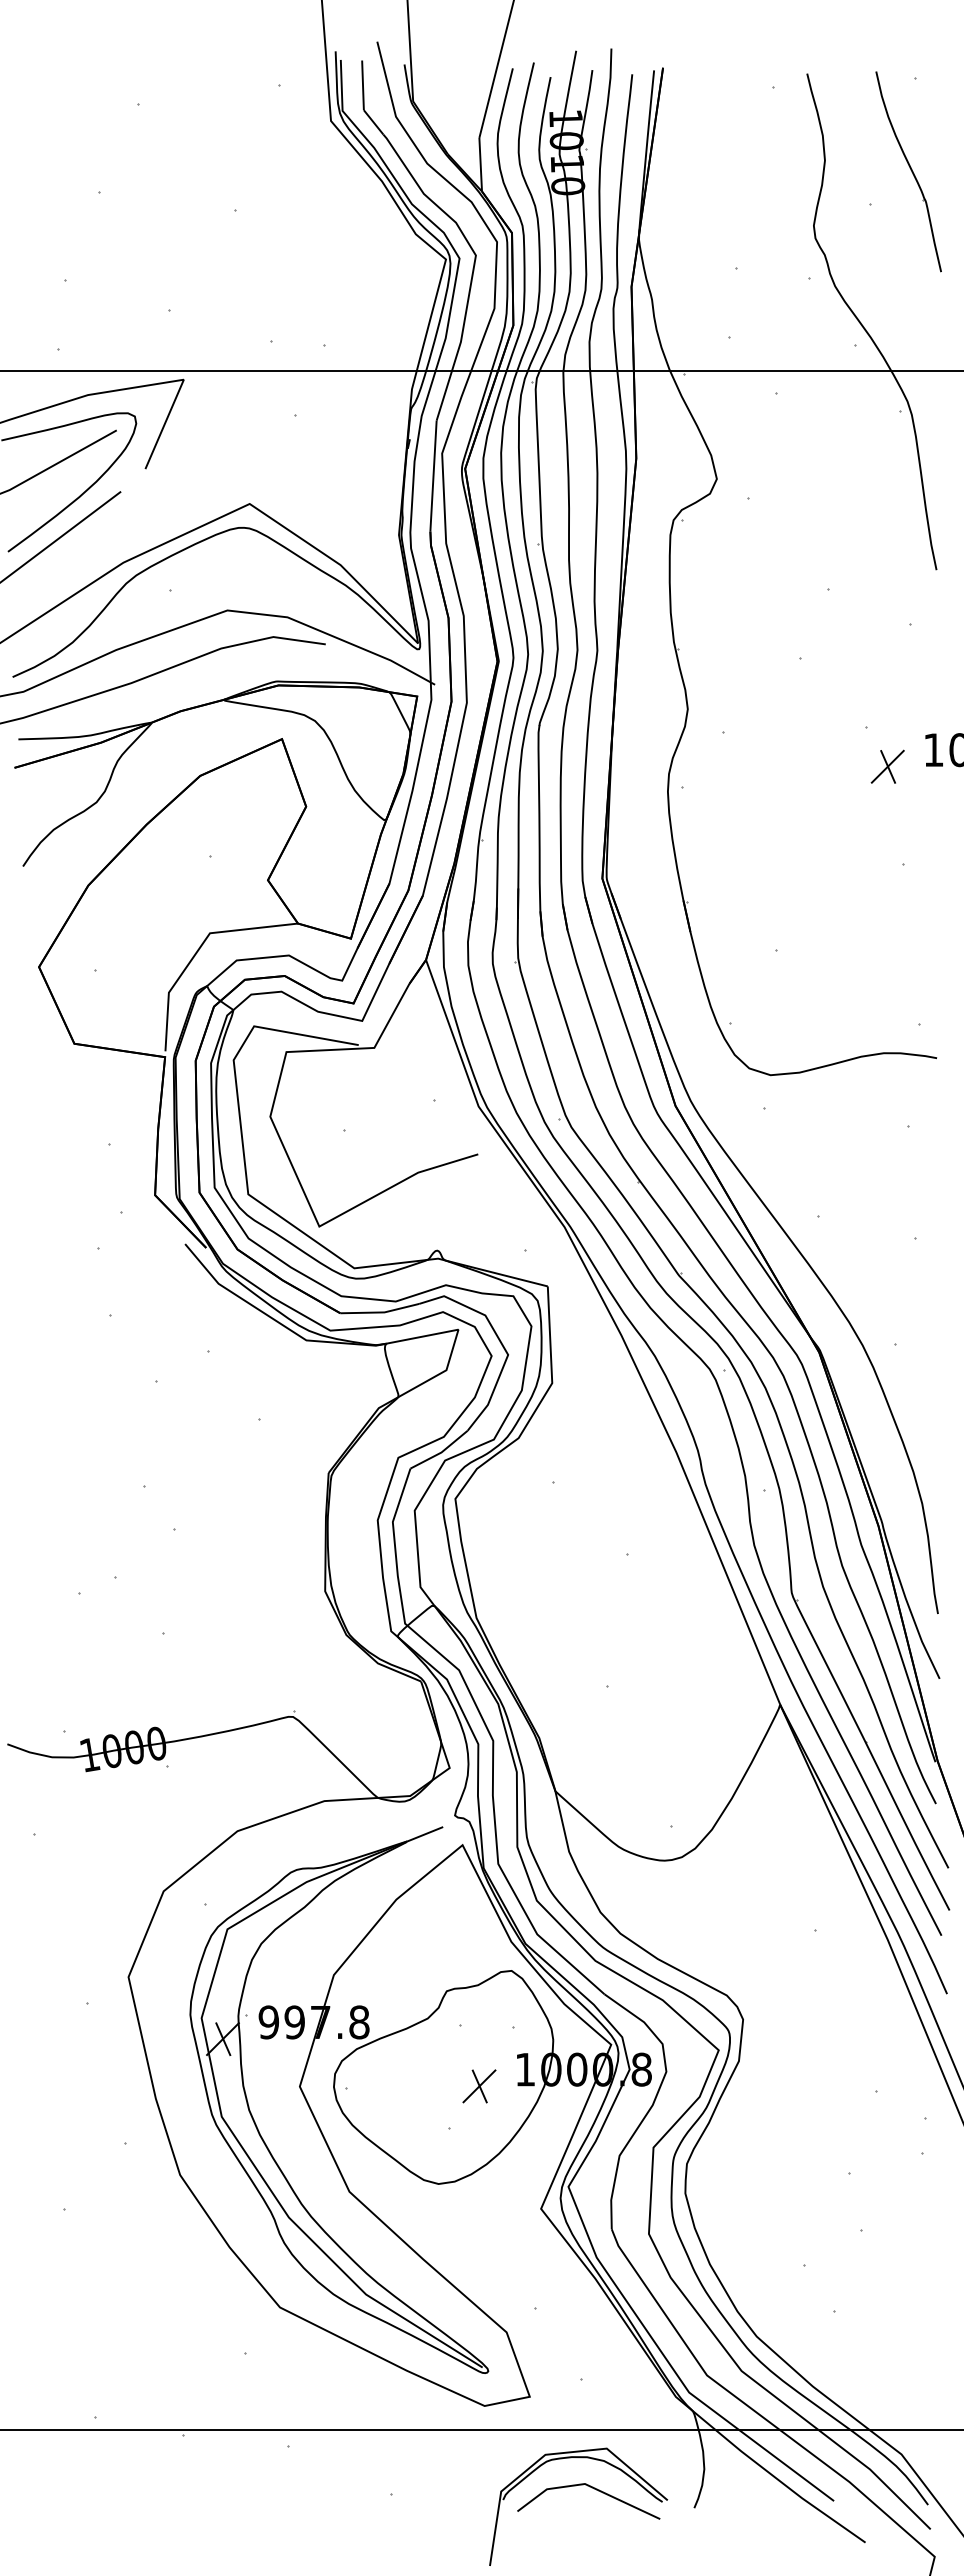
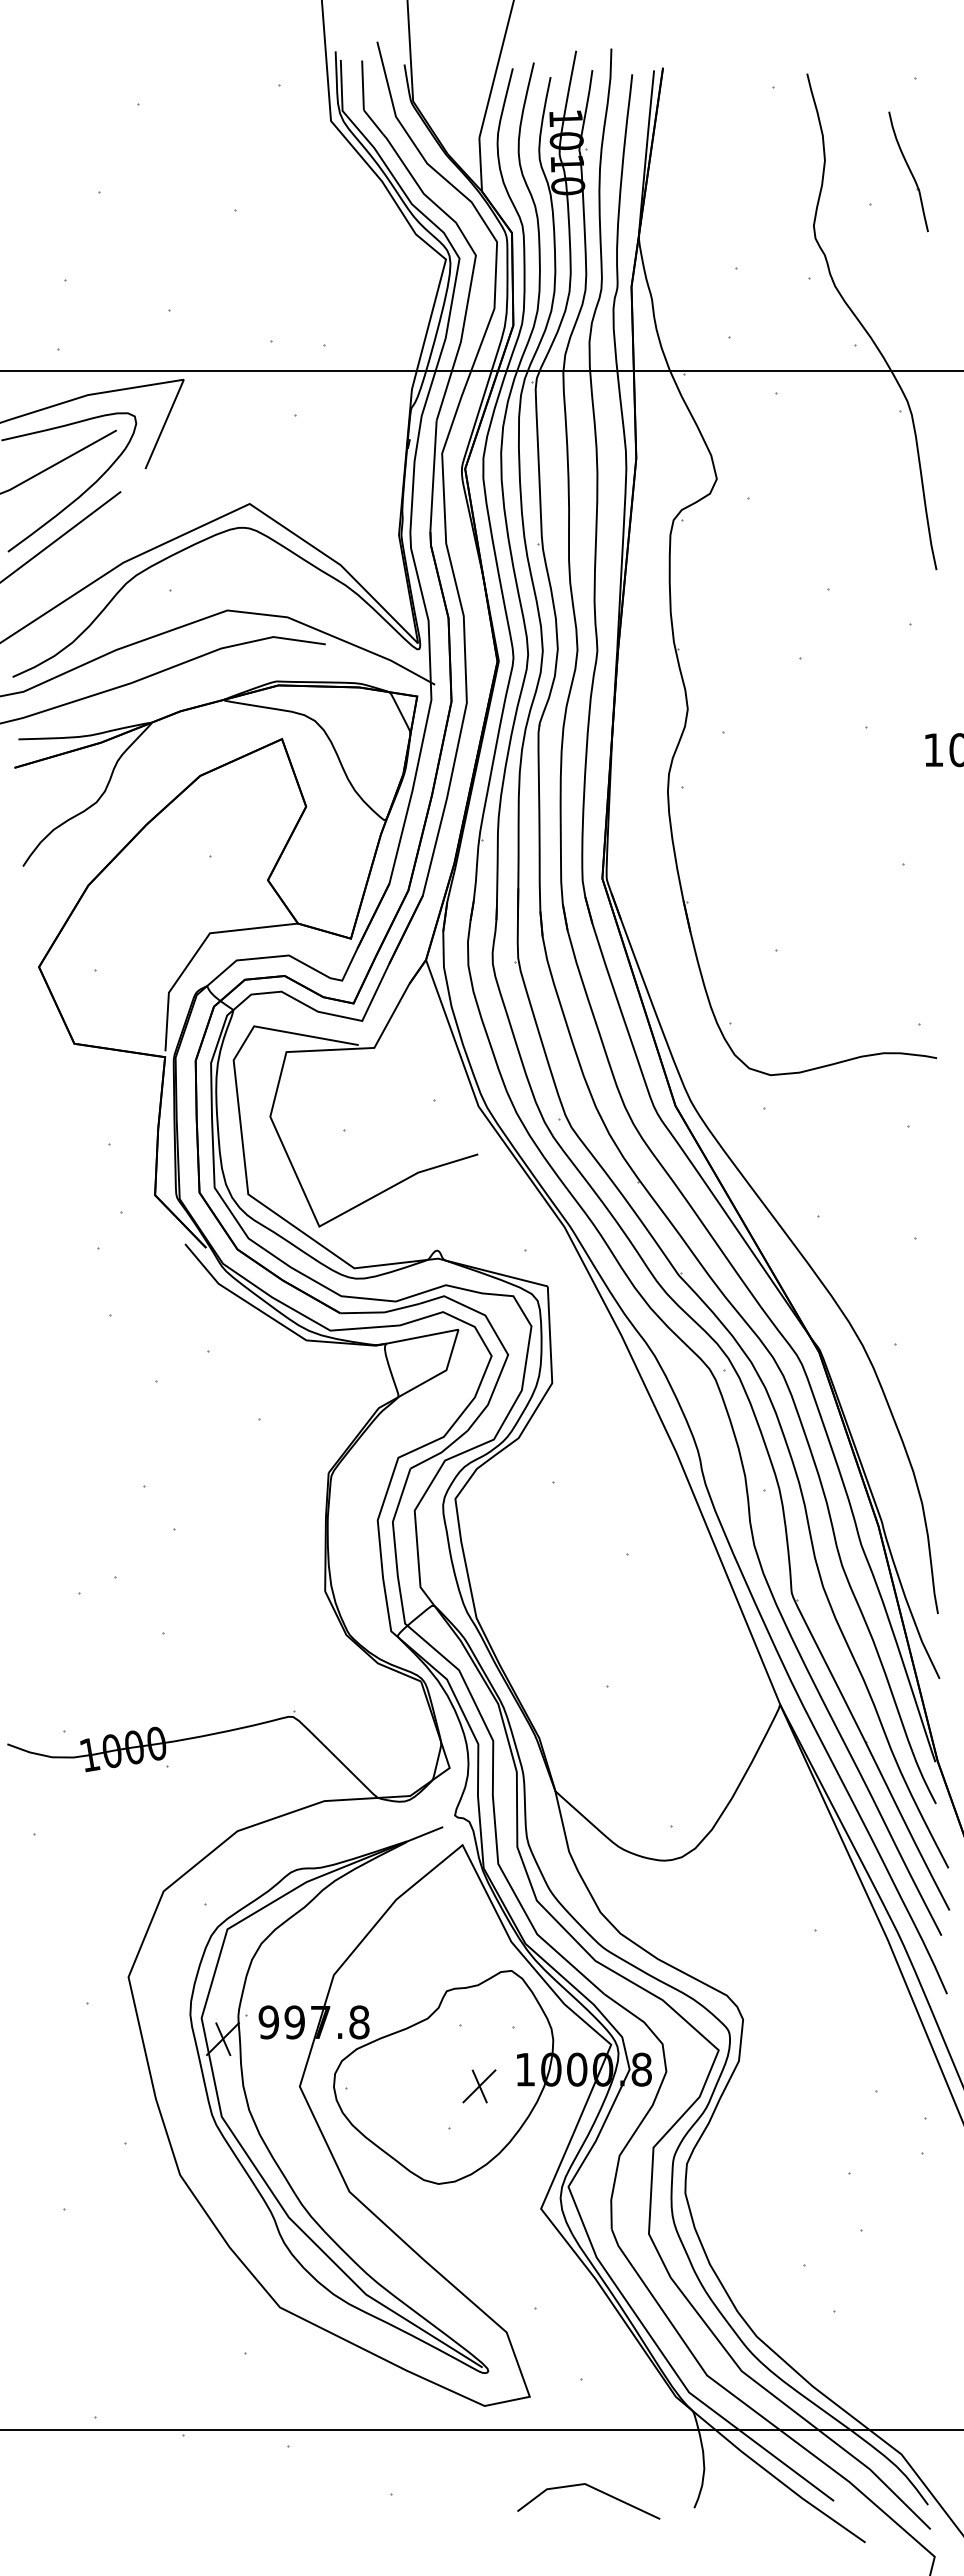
part at (908, 171) size: 67x202 px -> 41x122 px
part at (887, 766): present -> none
part at (578, 2458): present -> none
